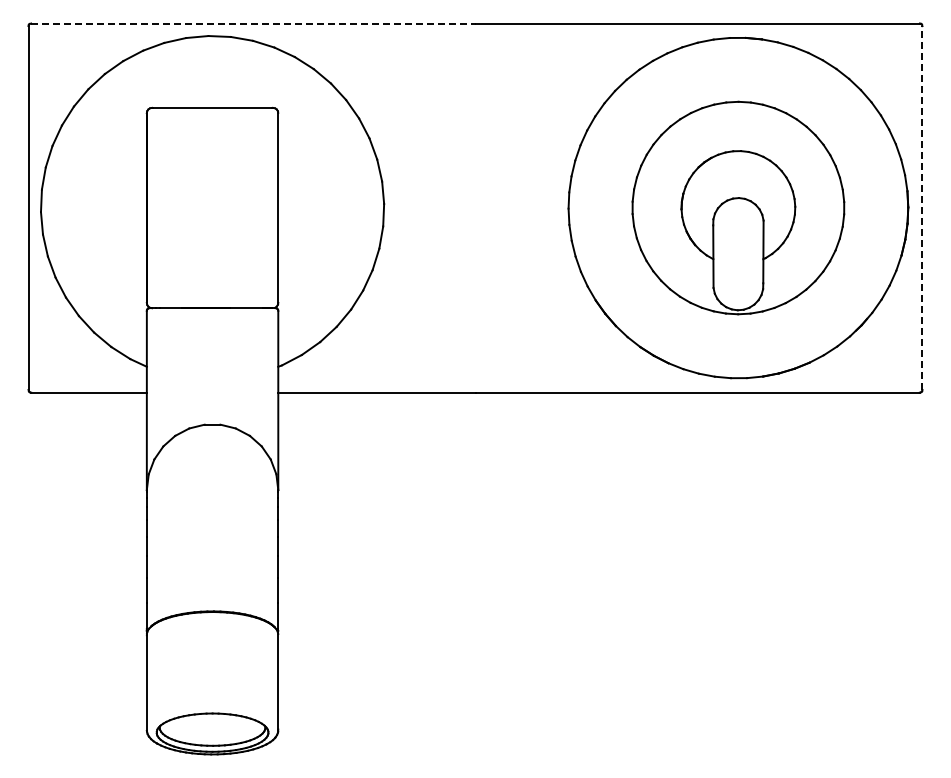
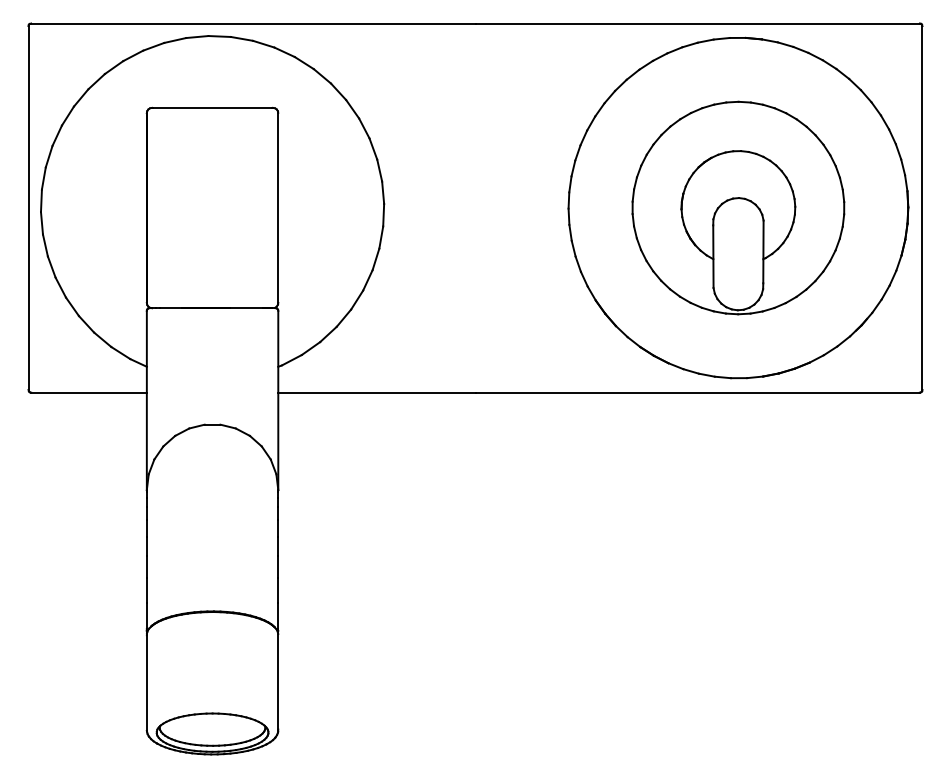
line at (253, 23): dashed -> solid
line at (922, 208): dashed -> solid
